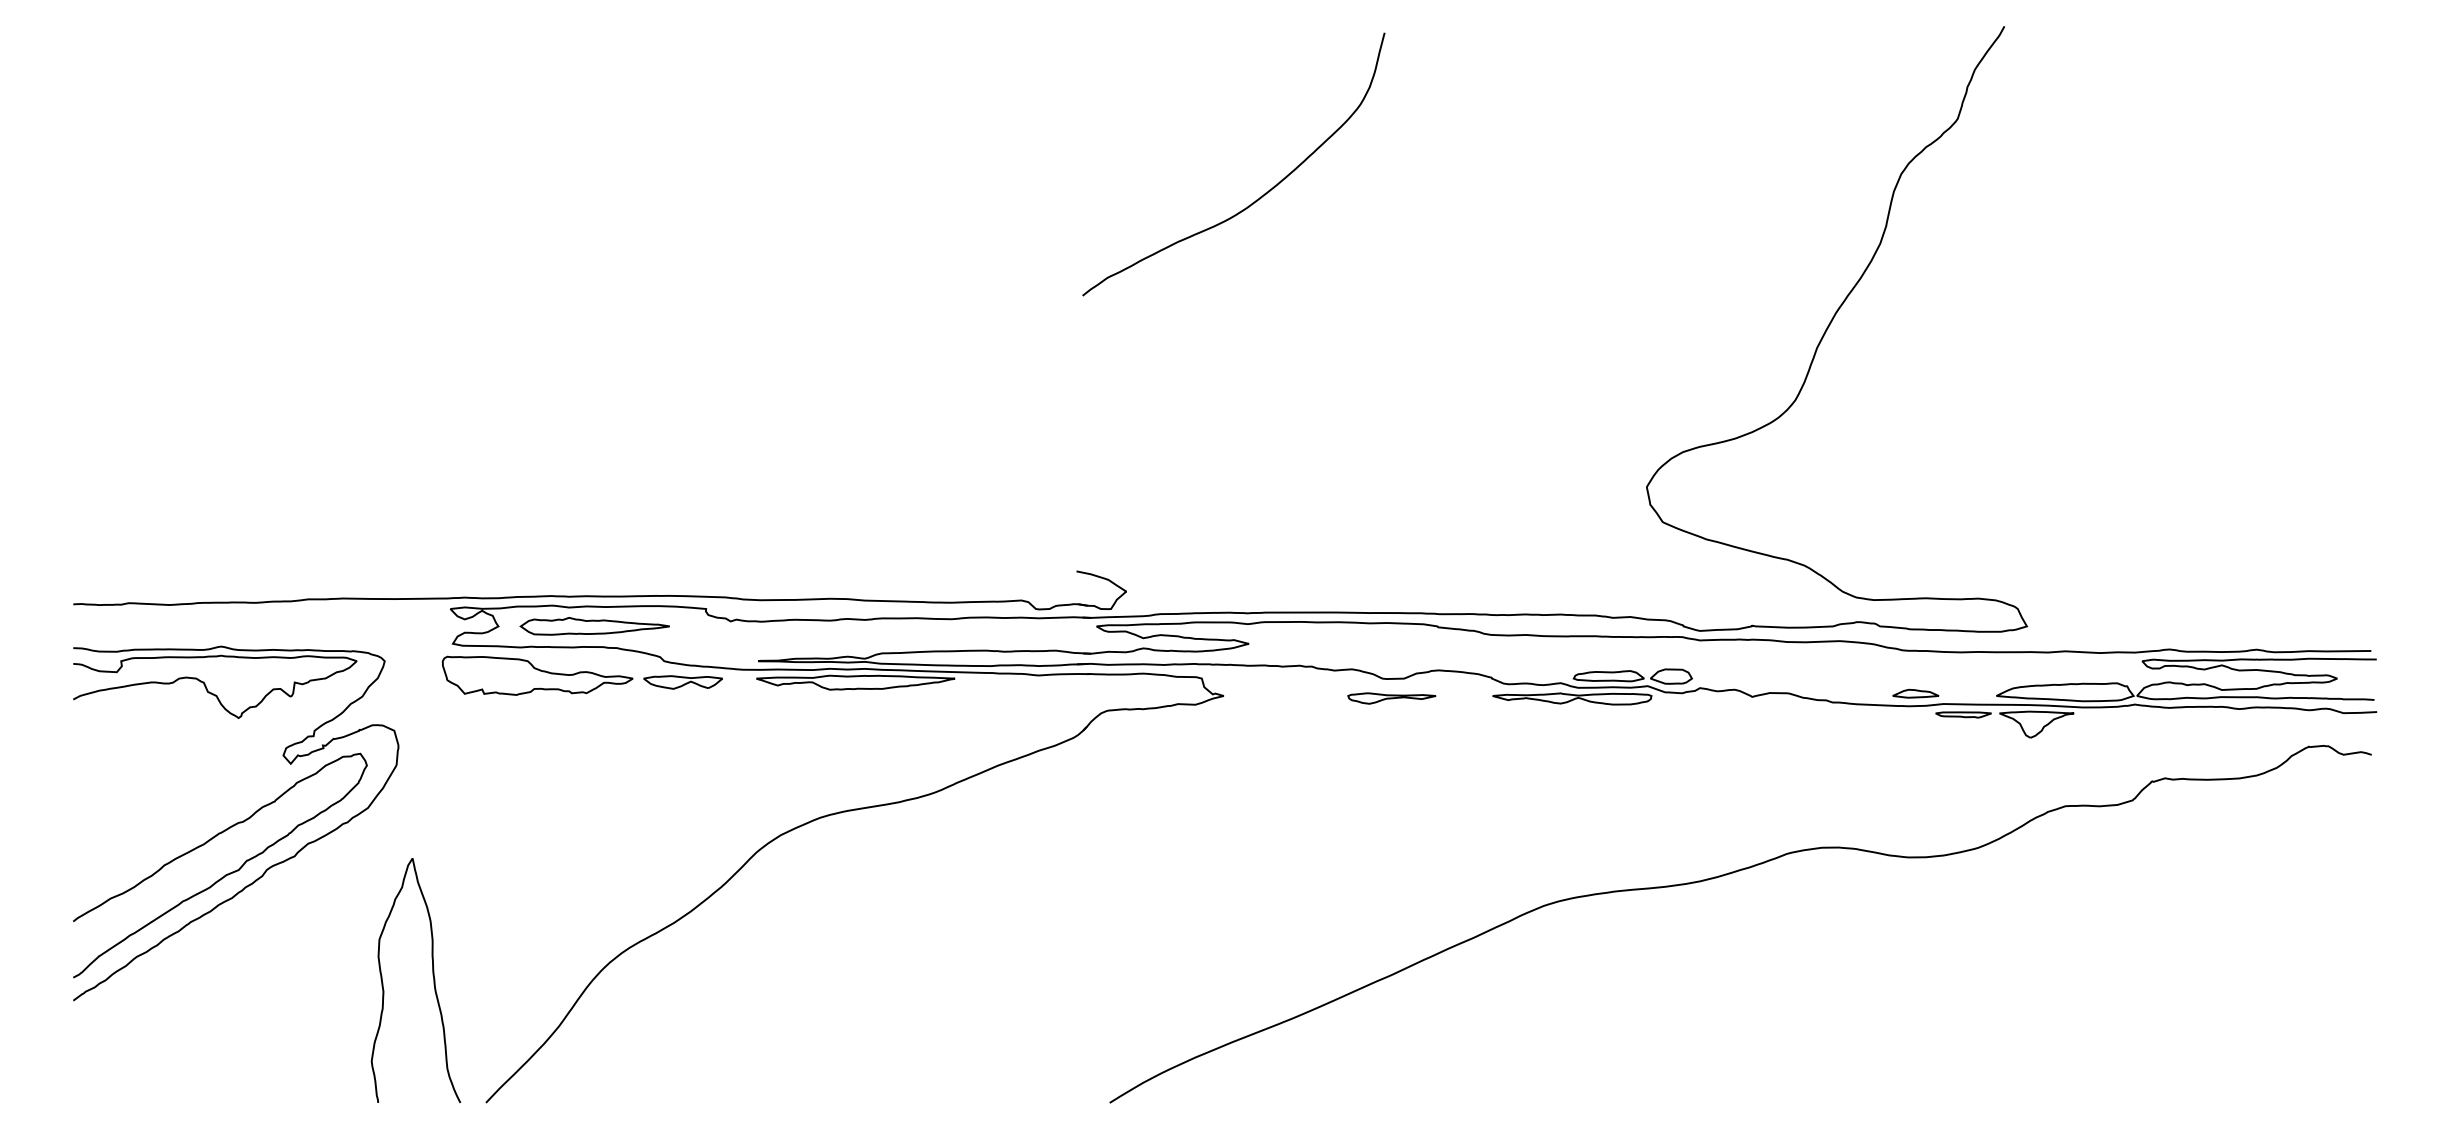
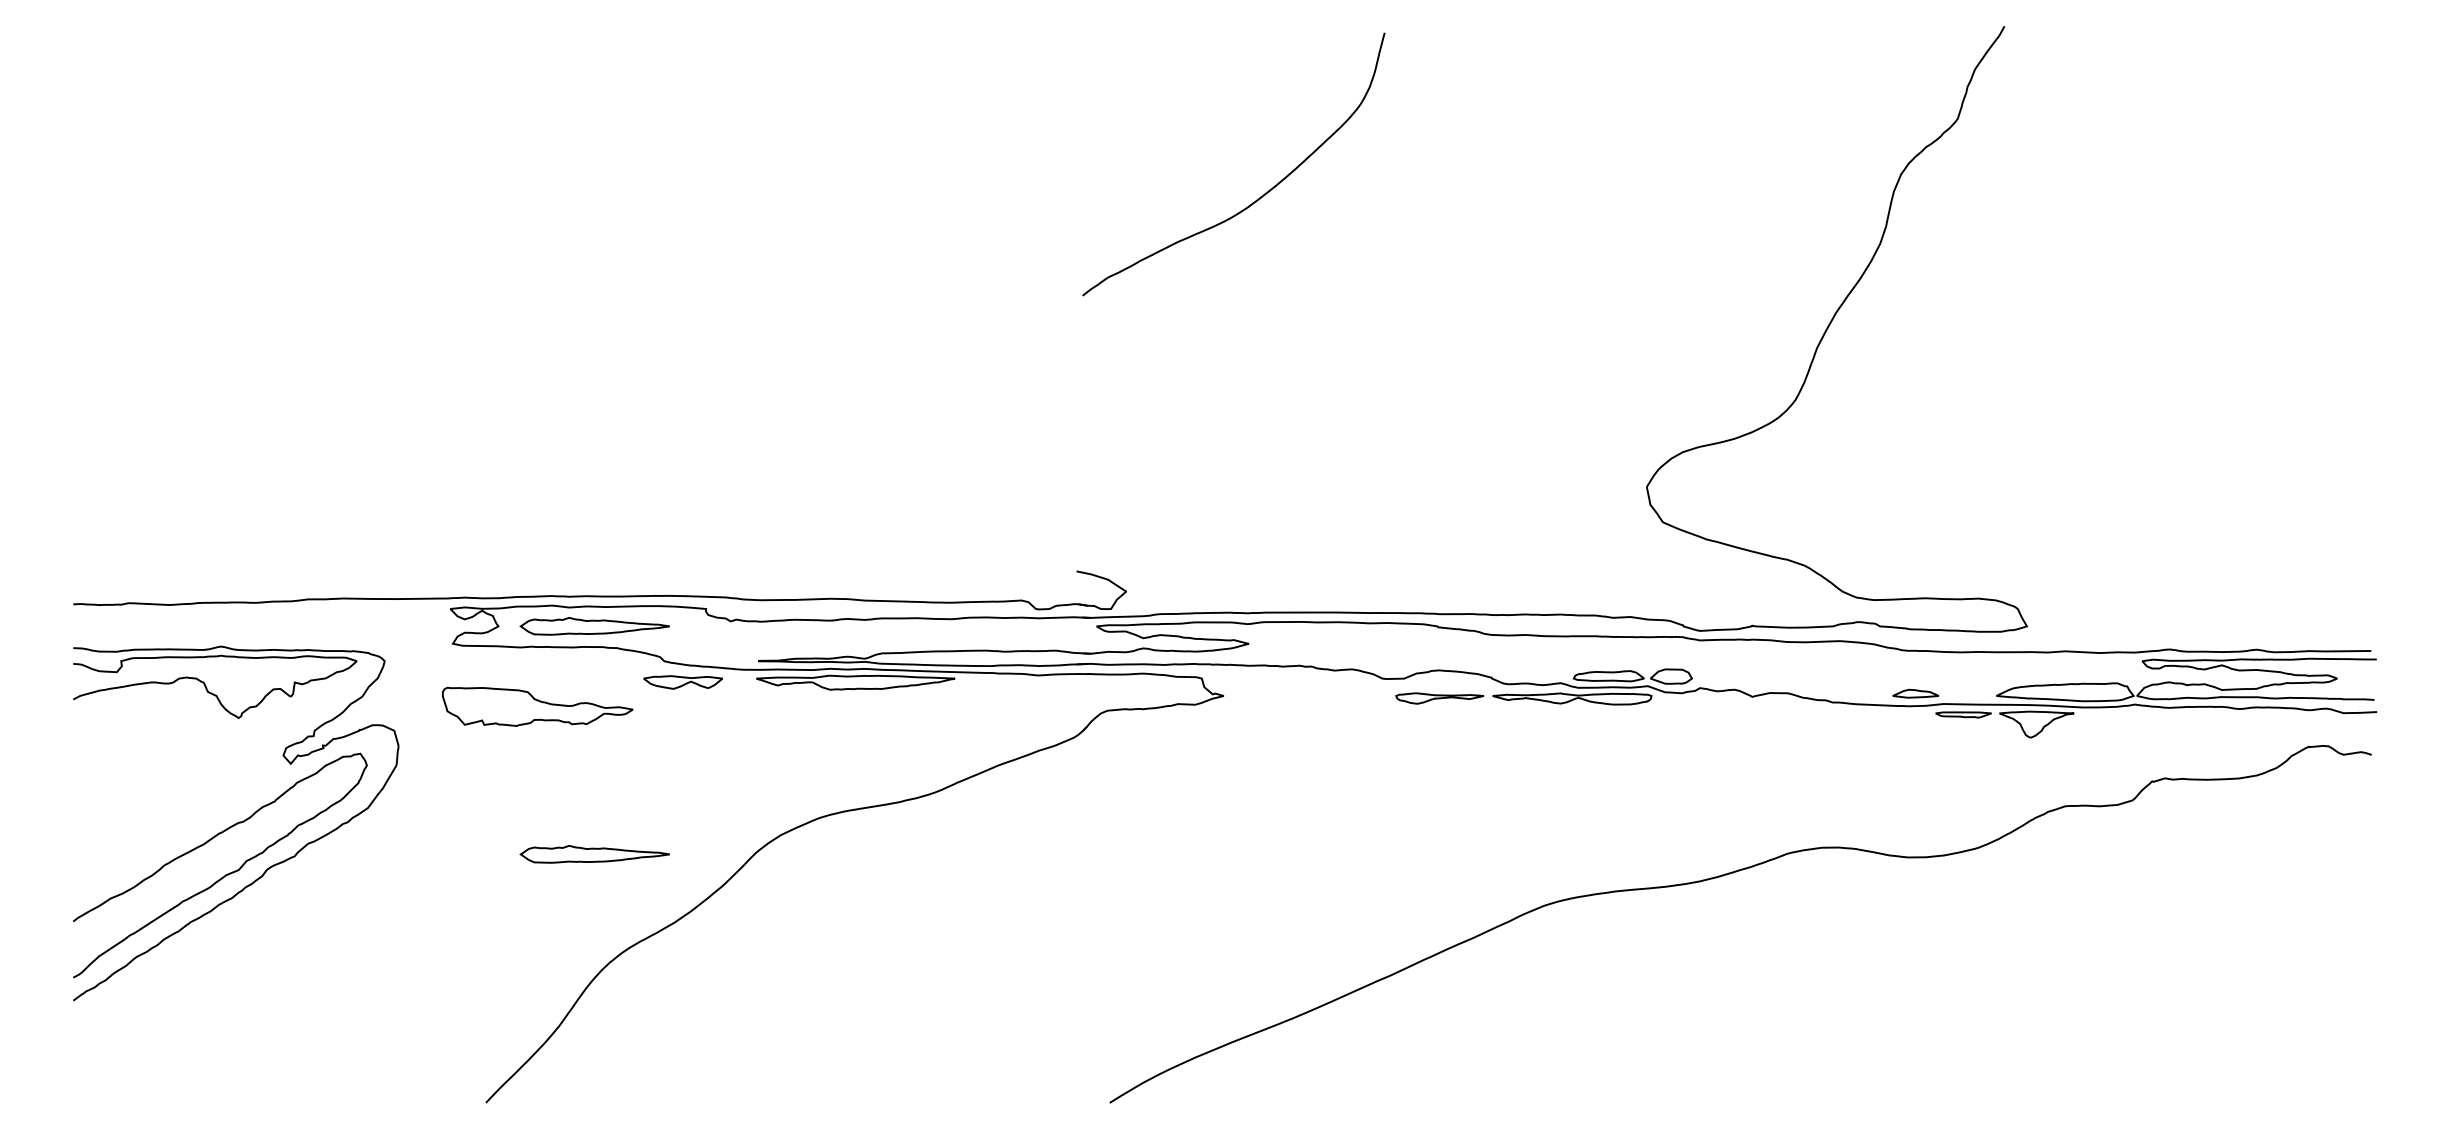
part at (537, 675) position: (537, 675) -> (537, 706)
part at (1391, 698) position: (1391, 698) -> (1439, 698)
part at (594, 854): none -> present
curve at (432, 975): present -> none
